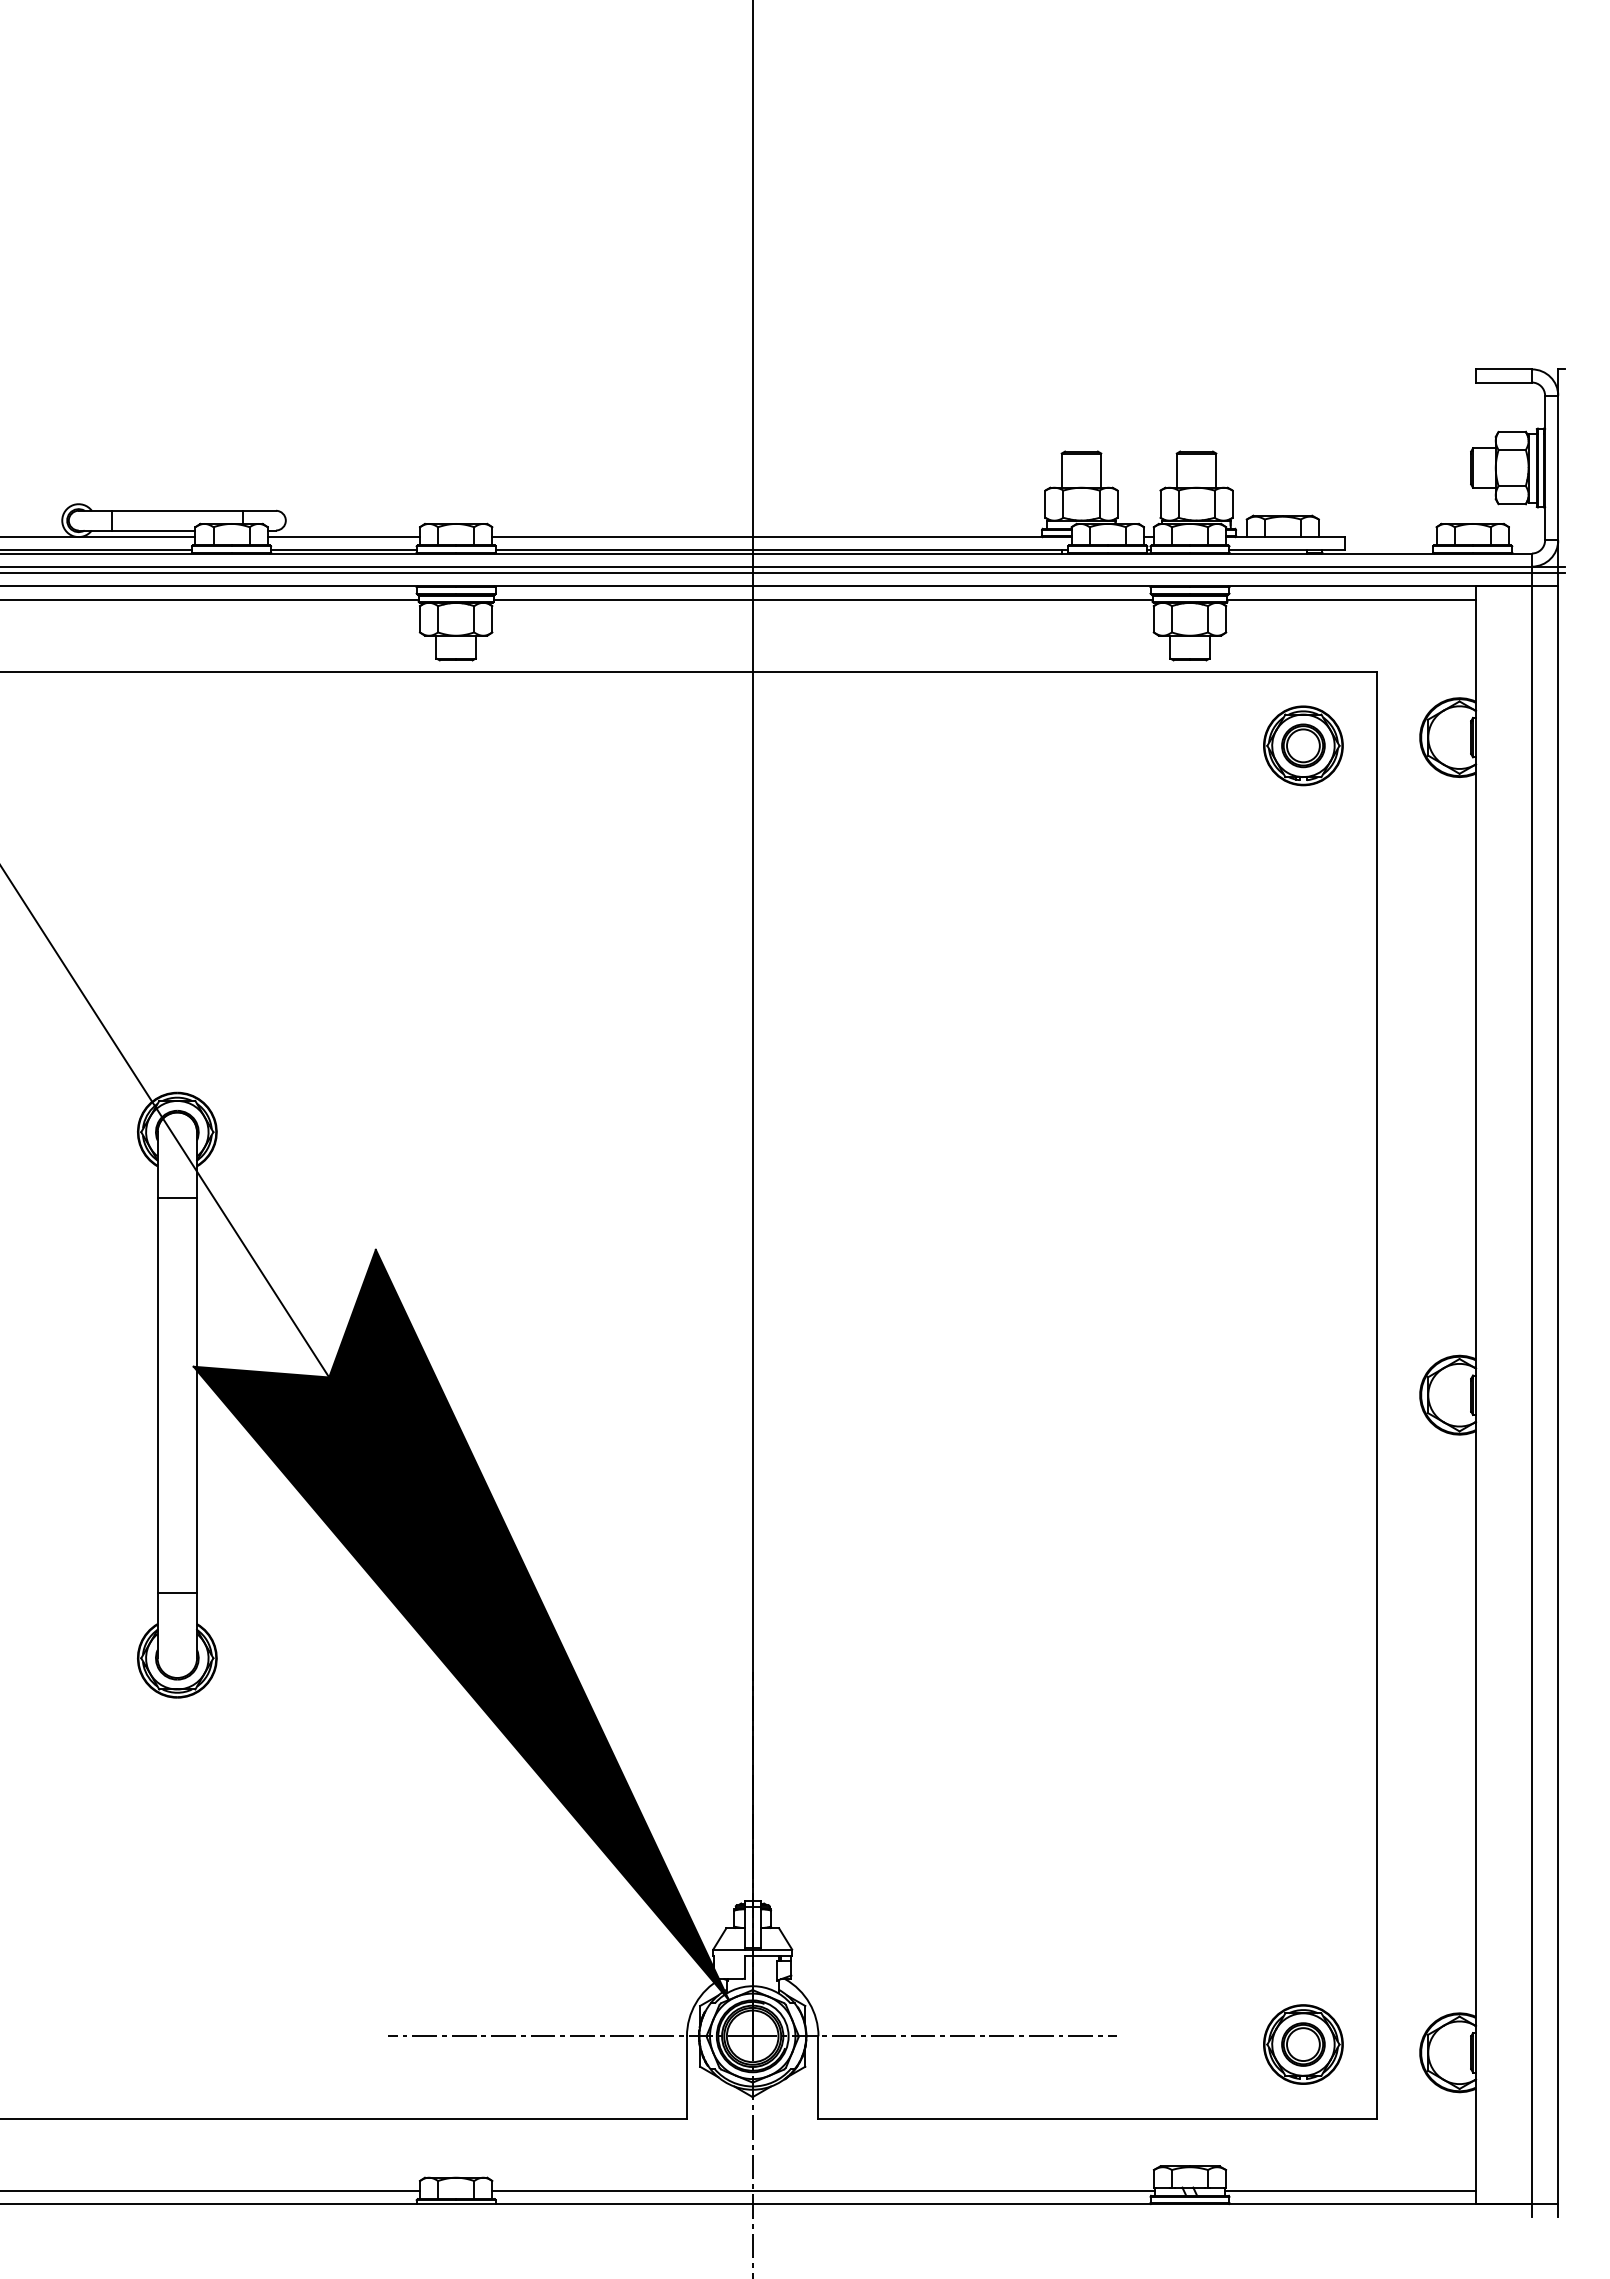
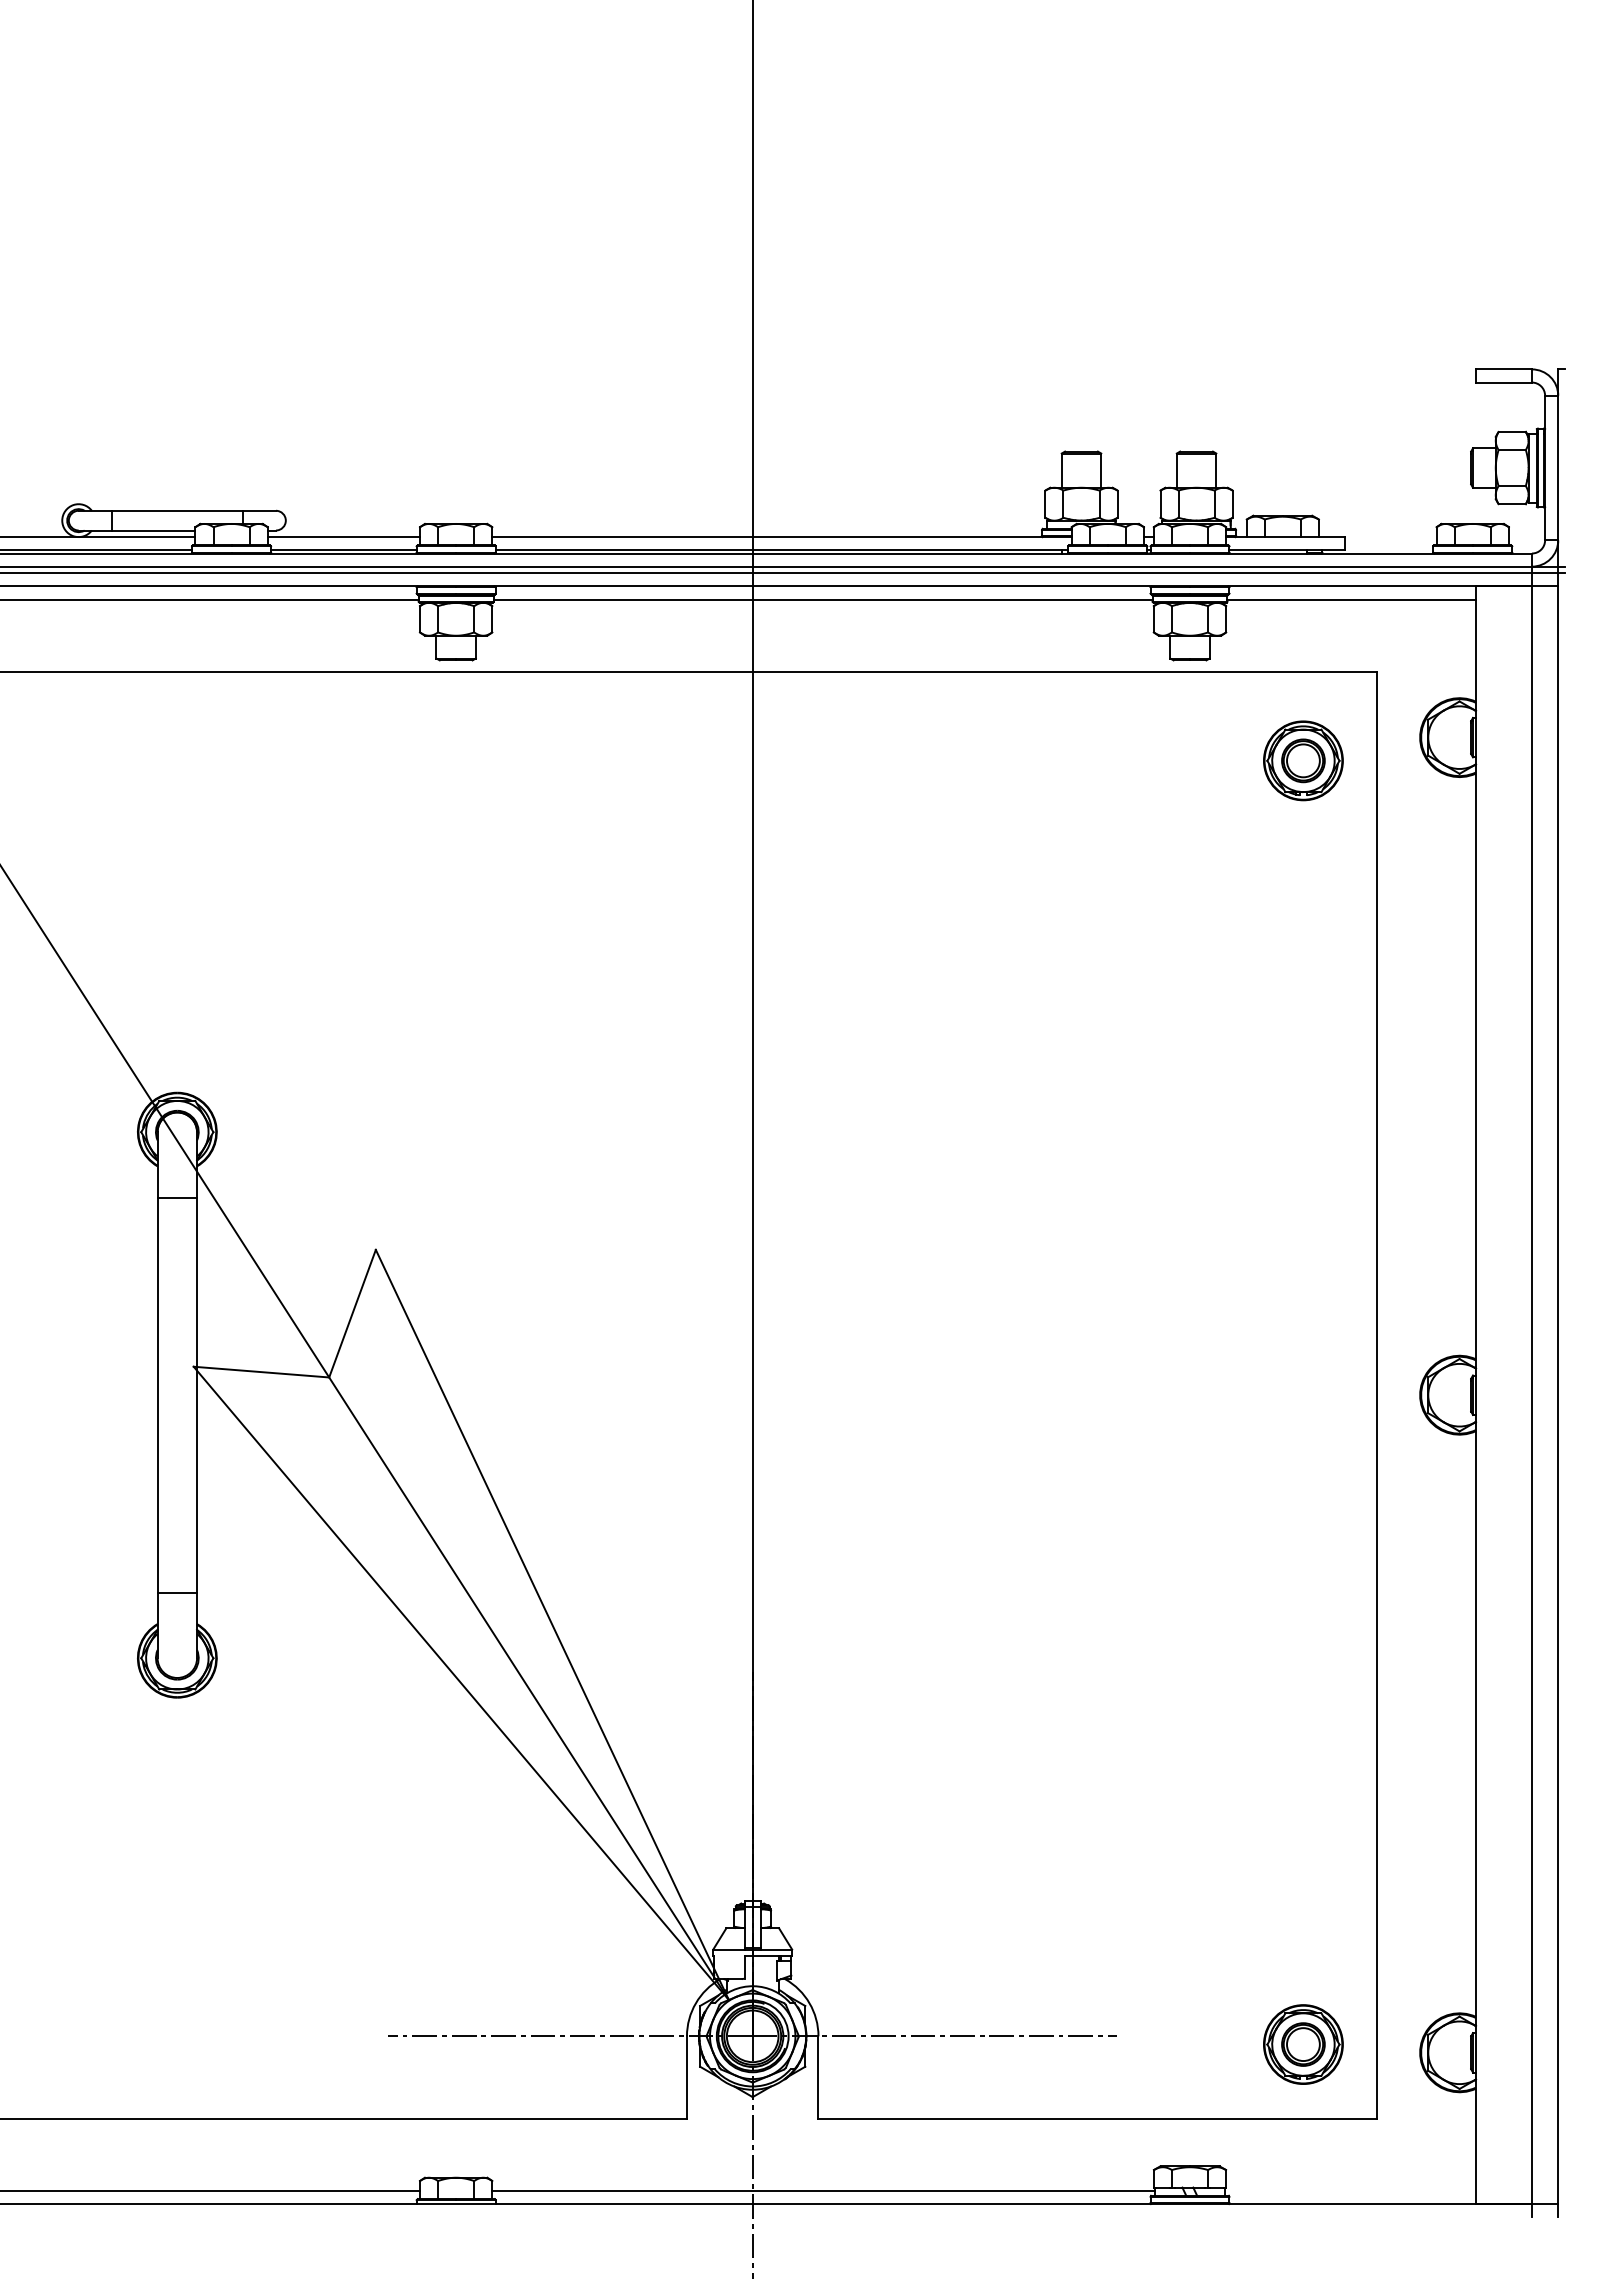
part at (1303, 745) position: (1303, 745) -> (1303, 760)
fill at (460, 1624): present -> none
line at (1350, 2190): present -> none
